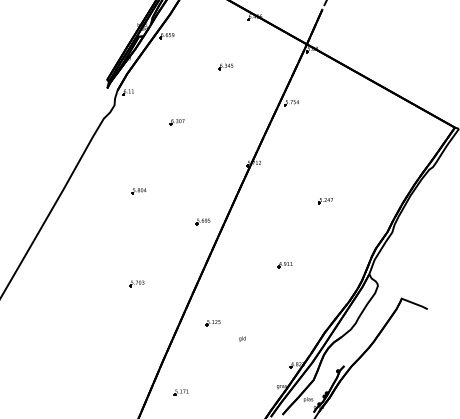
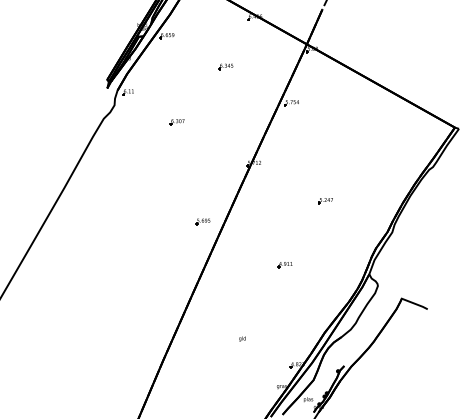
part at (138, 191): present -> none
part at (136, 283): present -> none
part at (212, 323): present -> none
part at (180, 392): present -> none
